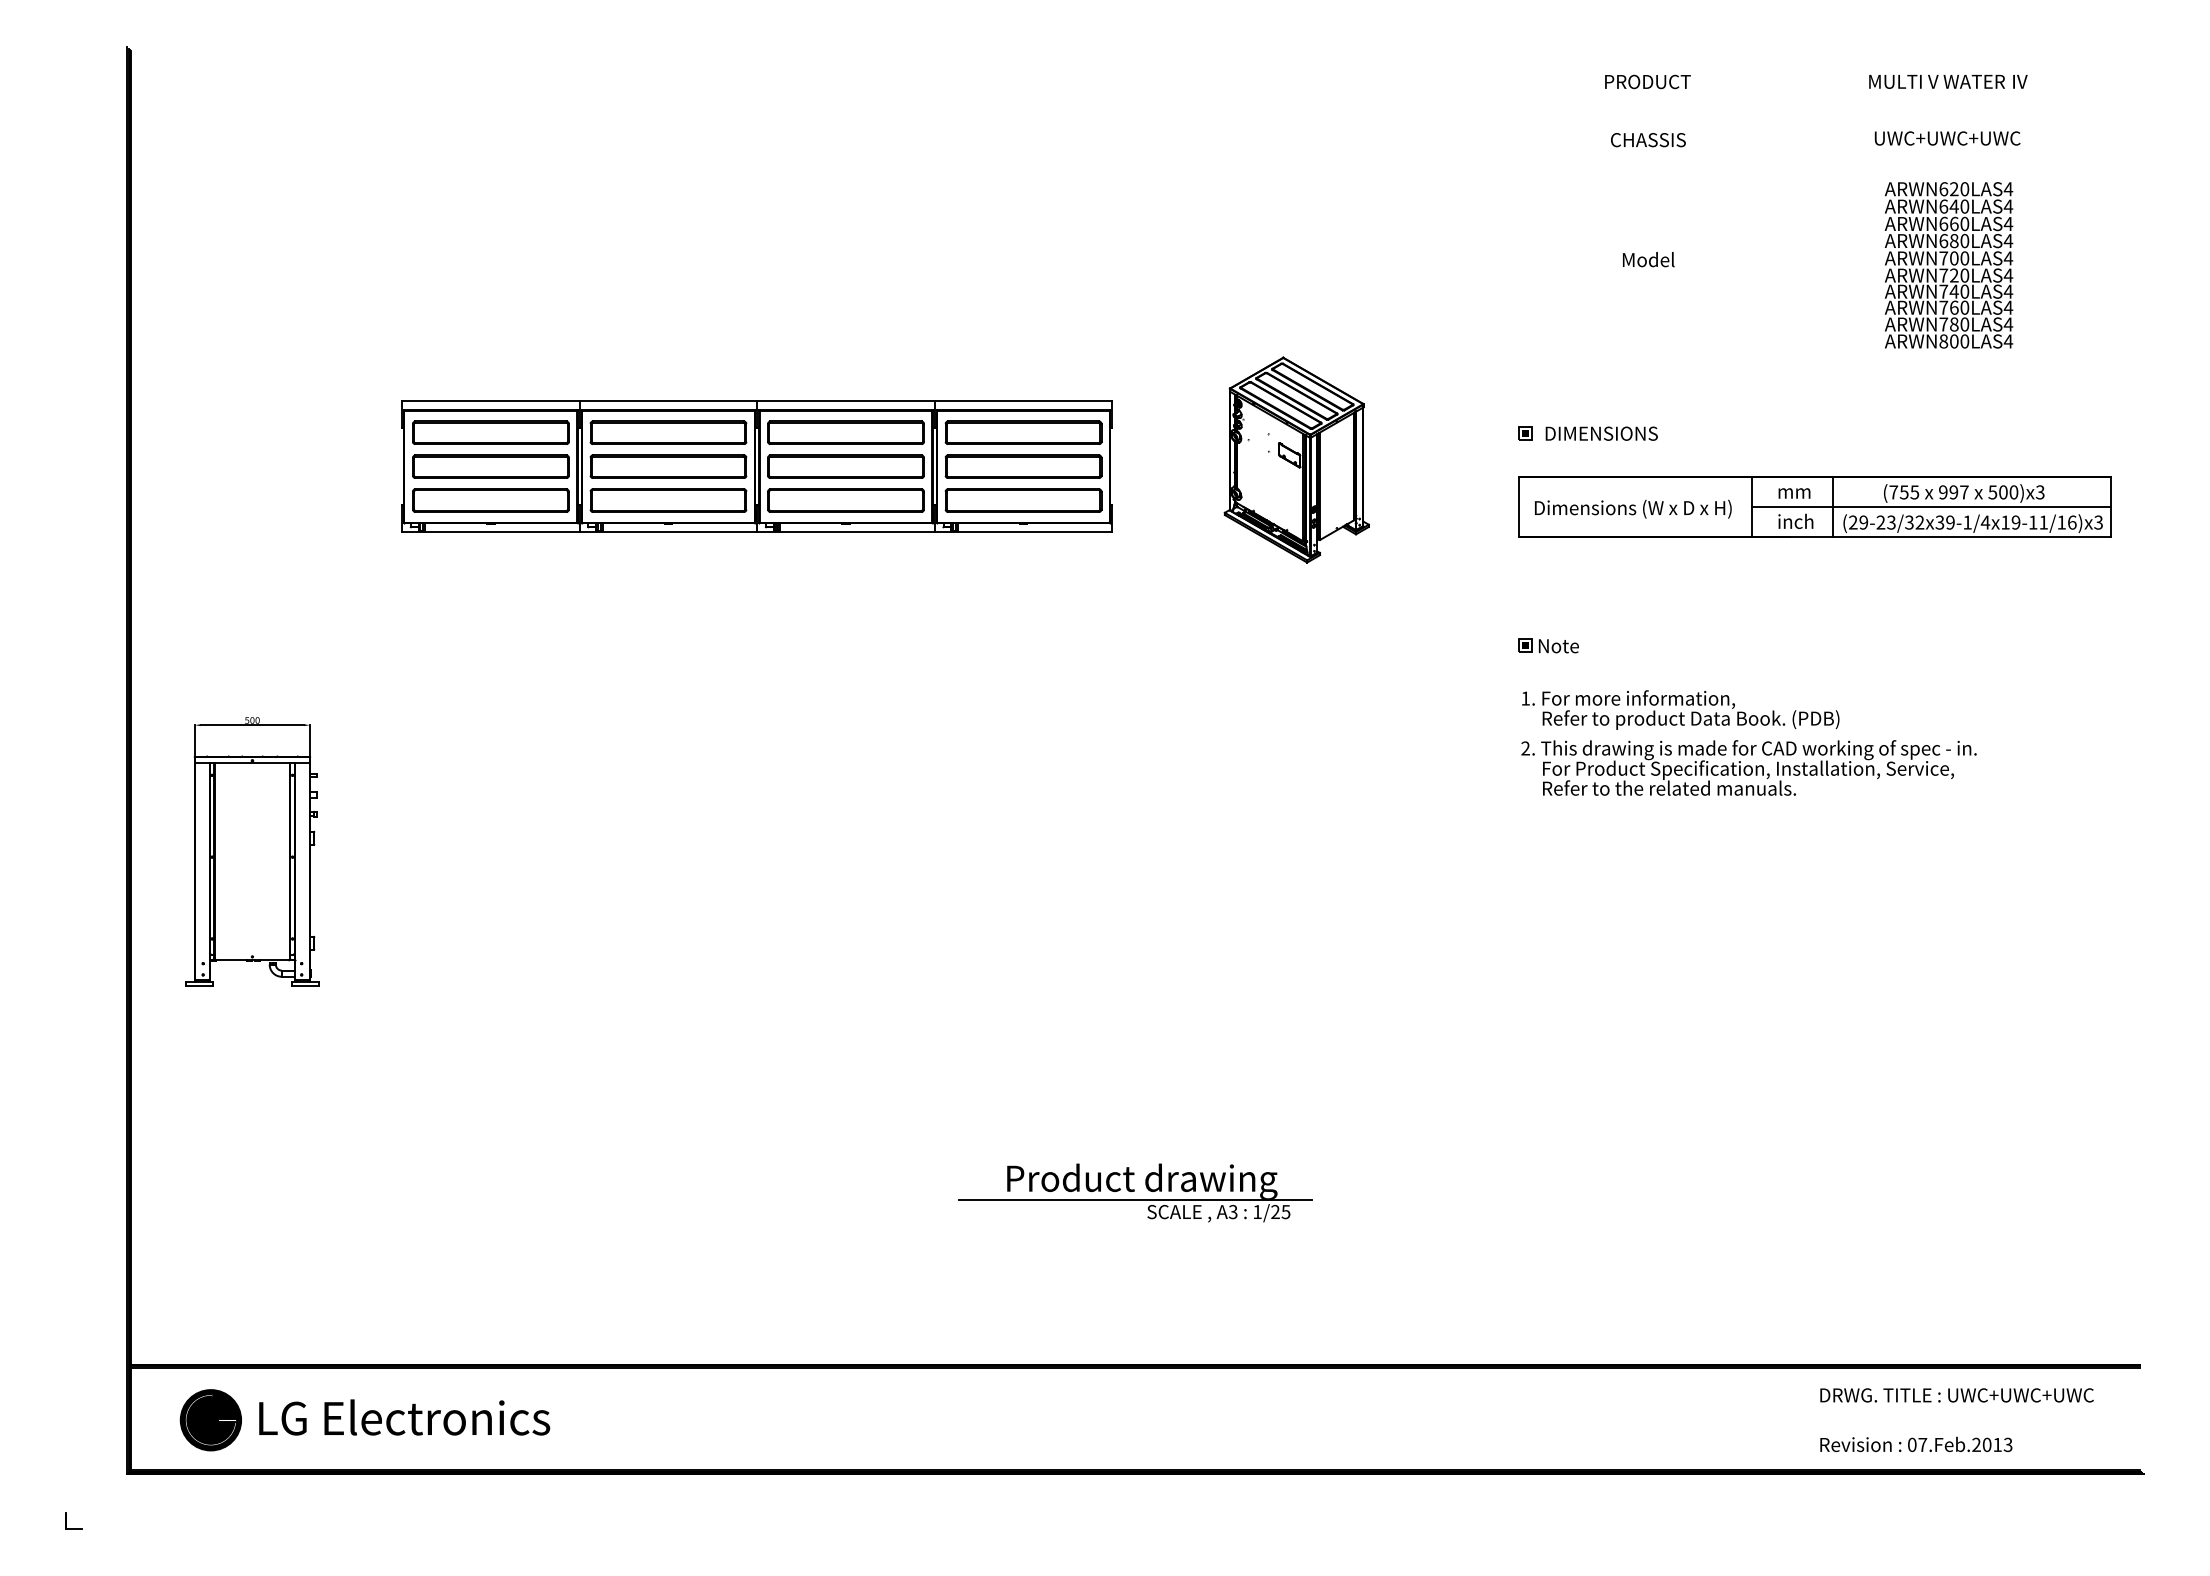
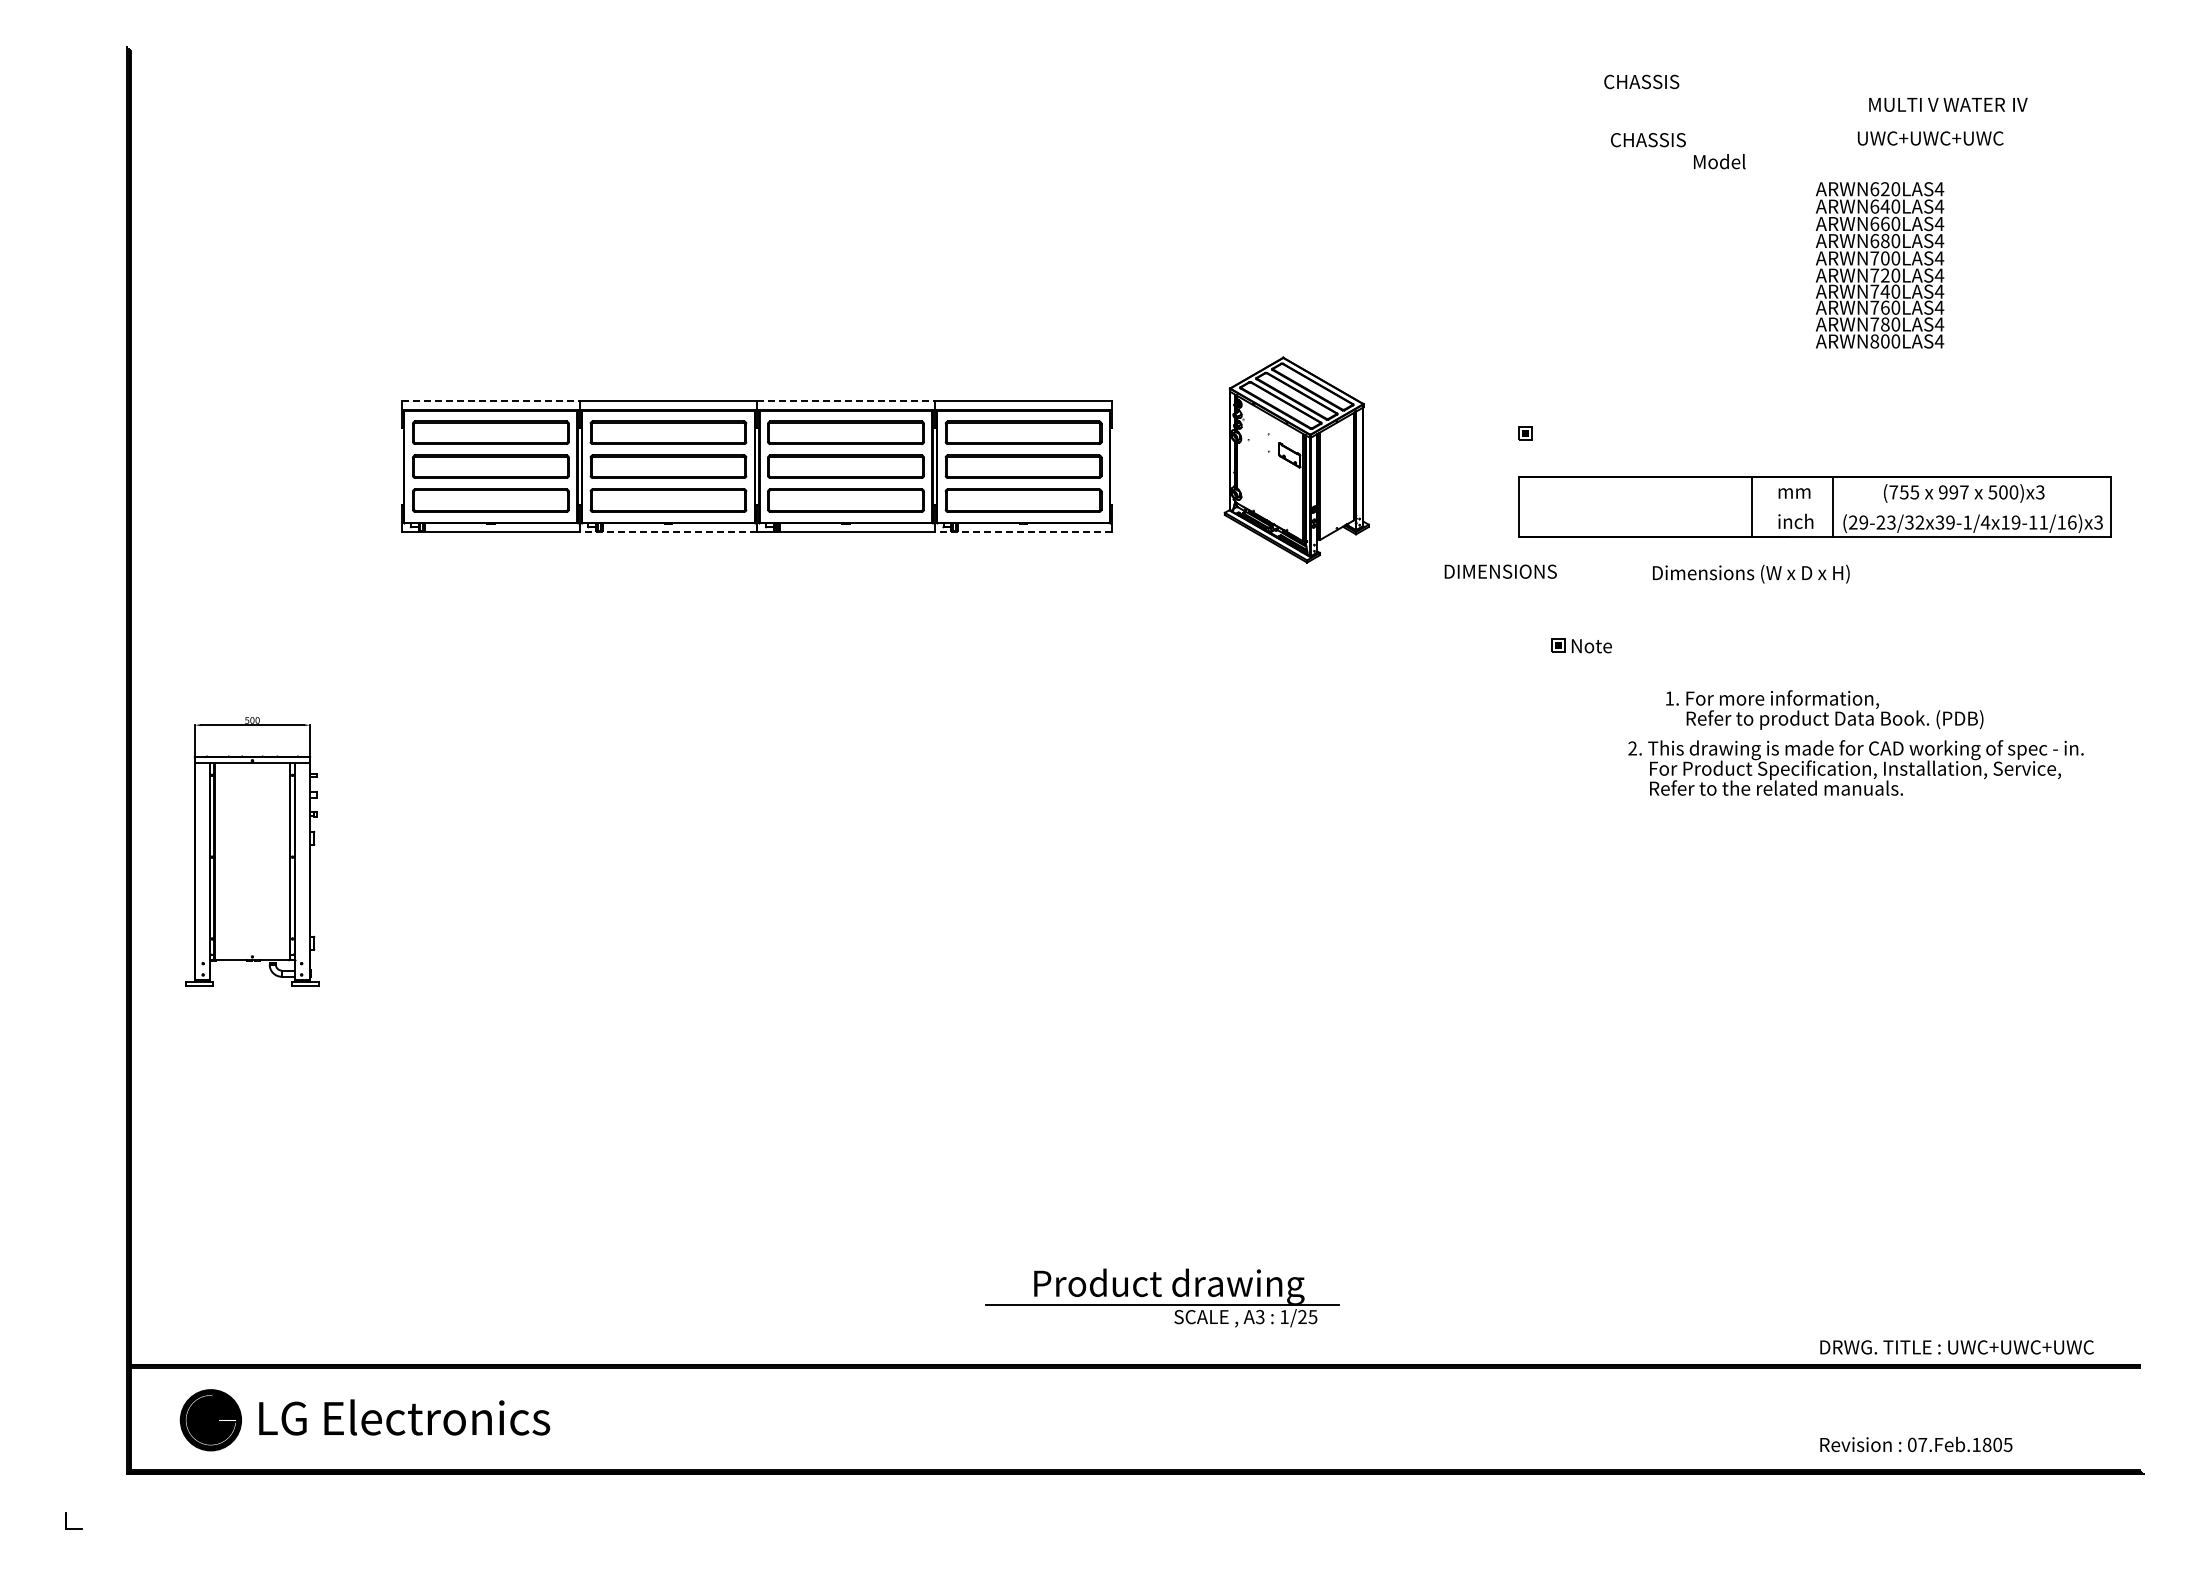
text at (1647, 81): PRODUCT -> CHASSIS
text at (1948, 81) position: (1948, 81) -> (1948, 104)
text at (1947, 138) position: (1947, 138) -> (1930, 138)
text at (1648, 259) position: (1648, 259) -> (1719, 161)
text at (1948, 265) position: (1948, 265) -> (1879, 265)
line at (490, 401): solid -> dashed
line at (846, 401): solid -> dashed
text at (1601, 433) position: (1601, 433) -> (1500, 571)
line at (1931, 507): present -> none
text at (1633, 508) position: (1633, 508) -> (1751, 573)
line at (668, 532): solid -> dashed
line at (1023, 532): solid -> dashed
part at (1548, 645) position: (1548, 645) -> (1581, 645)
text at (1680, 709) position: (1680, 709) -> (1824, 709)
text at (1748, 767) position: (1748, 767) -> (1855, 767)
part at (1135, 1192) position: (1135, 1192) -> (1162, 1297)
text at (1956, 1395) position: (1956, 1395) -> (1956, 1347)
text at (1992, 1444): 07.Feb.2013 -> 07.Feb.1805
